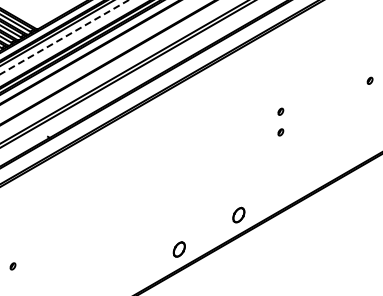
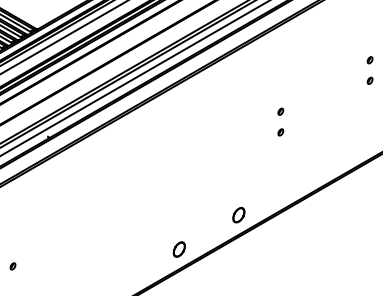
line at (64, 37): dashed -> solid
part at (369, 60): none -> present
line at (134, 78): none -> present
